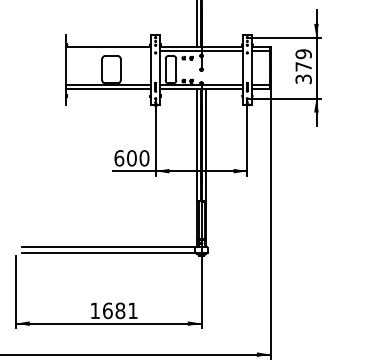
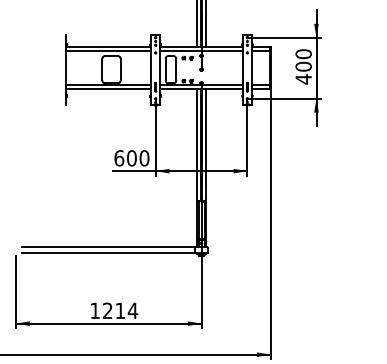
line at (206, 24): none -> present
line at (108, 50): none -> present
text at (303, 66): 379 -> 400
text at (120, 310): 1681 -> 1214
